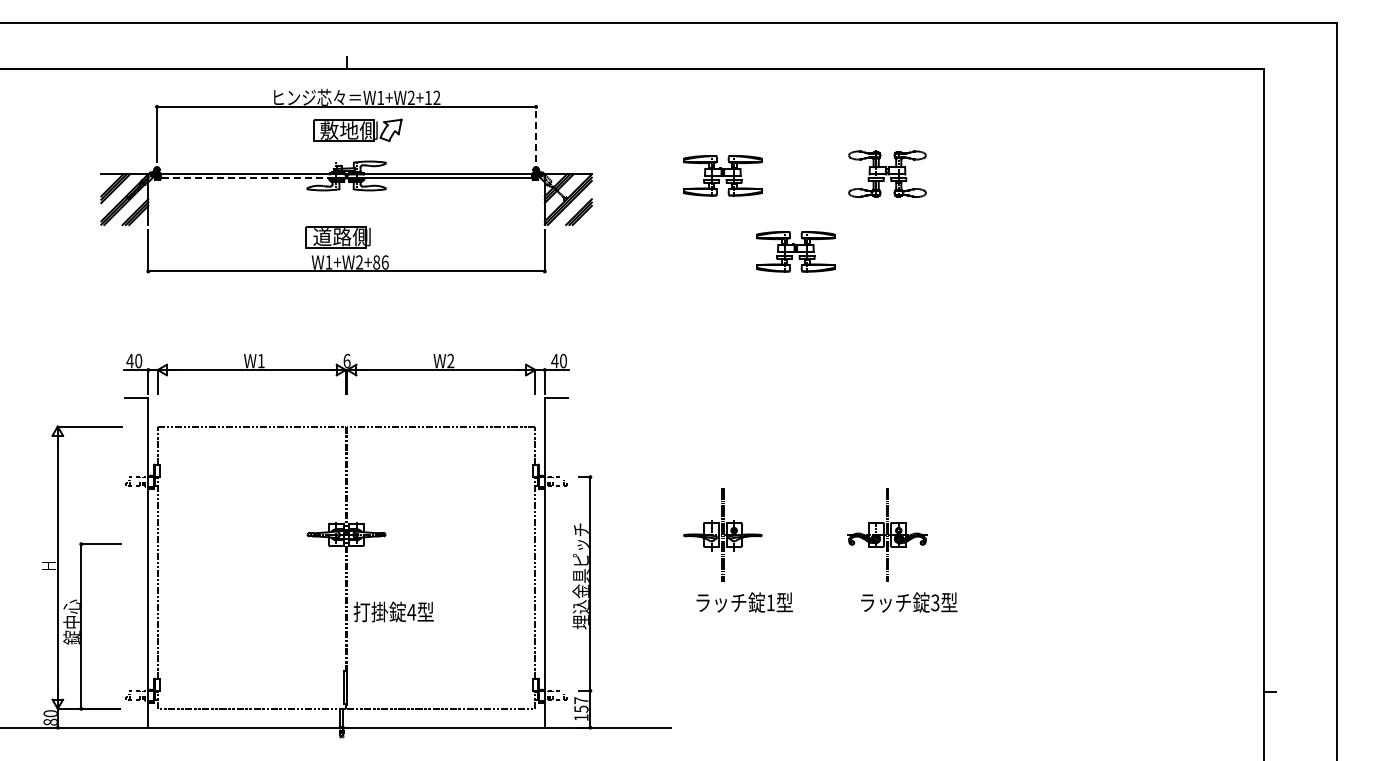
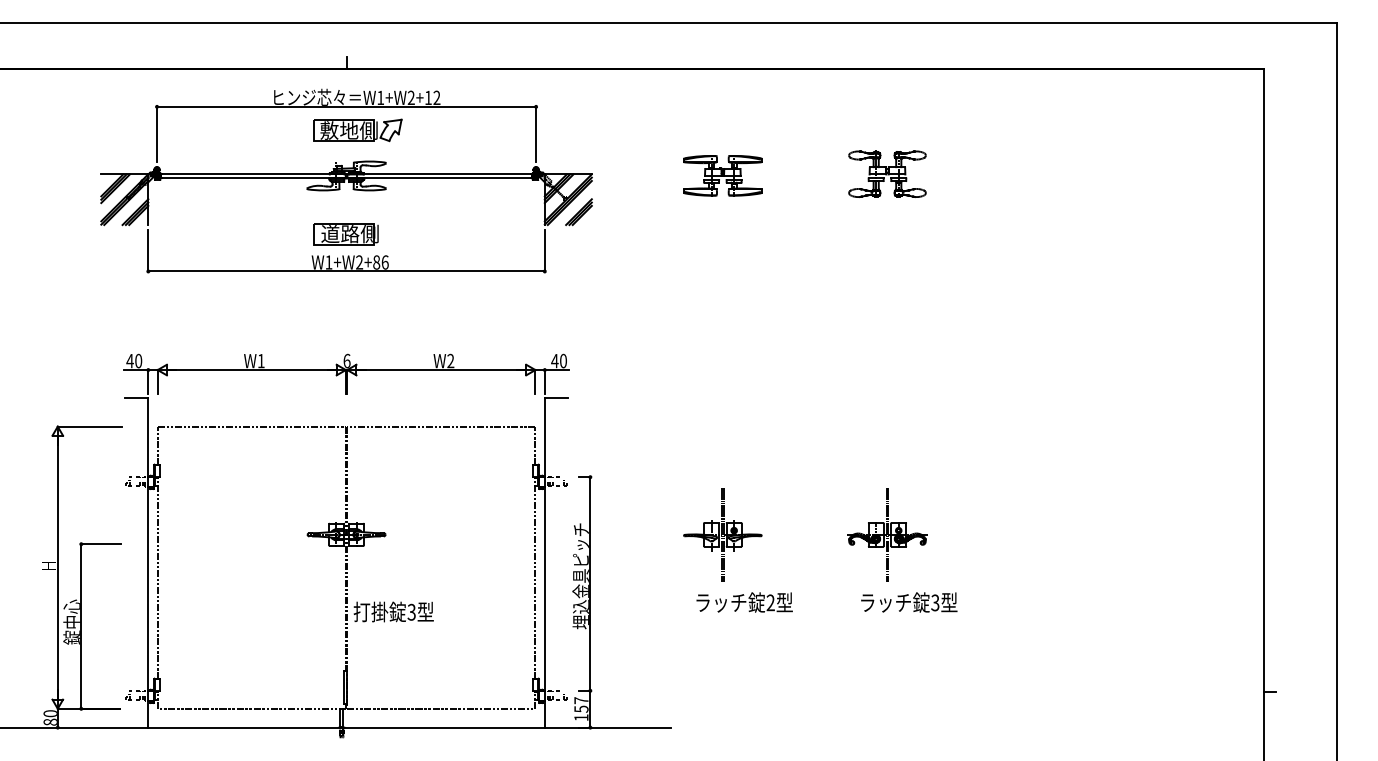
line at (536, 134): dashed -> solid
line at (254, 178): dashed -> solid
part at (337, 237) position: (337, 237) -> (345, 234)
part at (795, 251): present -> none
text at (770, 602): 1 -> 2
text at (411, 611): 4 -> 3
